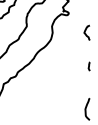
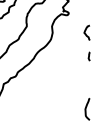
curve at (88, 66) position: (88, 66) -> (88, 56)
